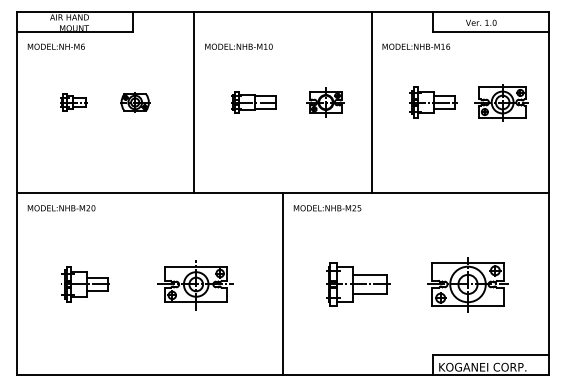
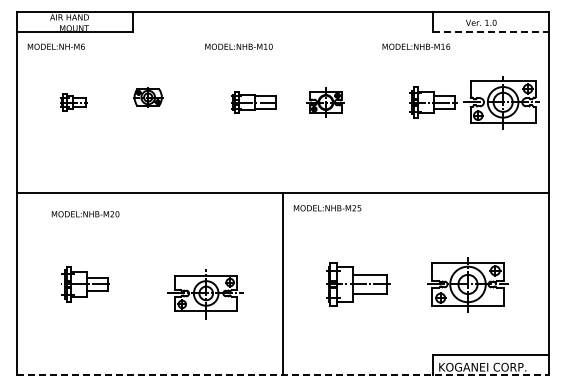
line at (491, 32): solid -> dashed
part at (135, 102) position: (135, 102) -> (148, 97)
line at (194, 102): present -> none
line at (371, 102): present -> none
part at (501, 102) size: 55x38 px -> 77x54 px
text at (61, 208) position: (61, 208) -> (85, 214)
part at (195, 285) position: (195, 285) -> (205, 294)
line at (283, 375): solid -> dashed
